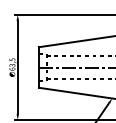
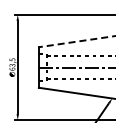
line at (76, 41): solid -> dashed
